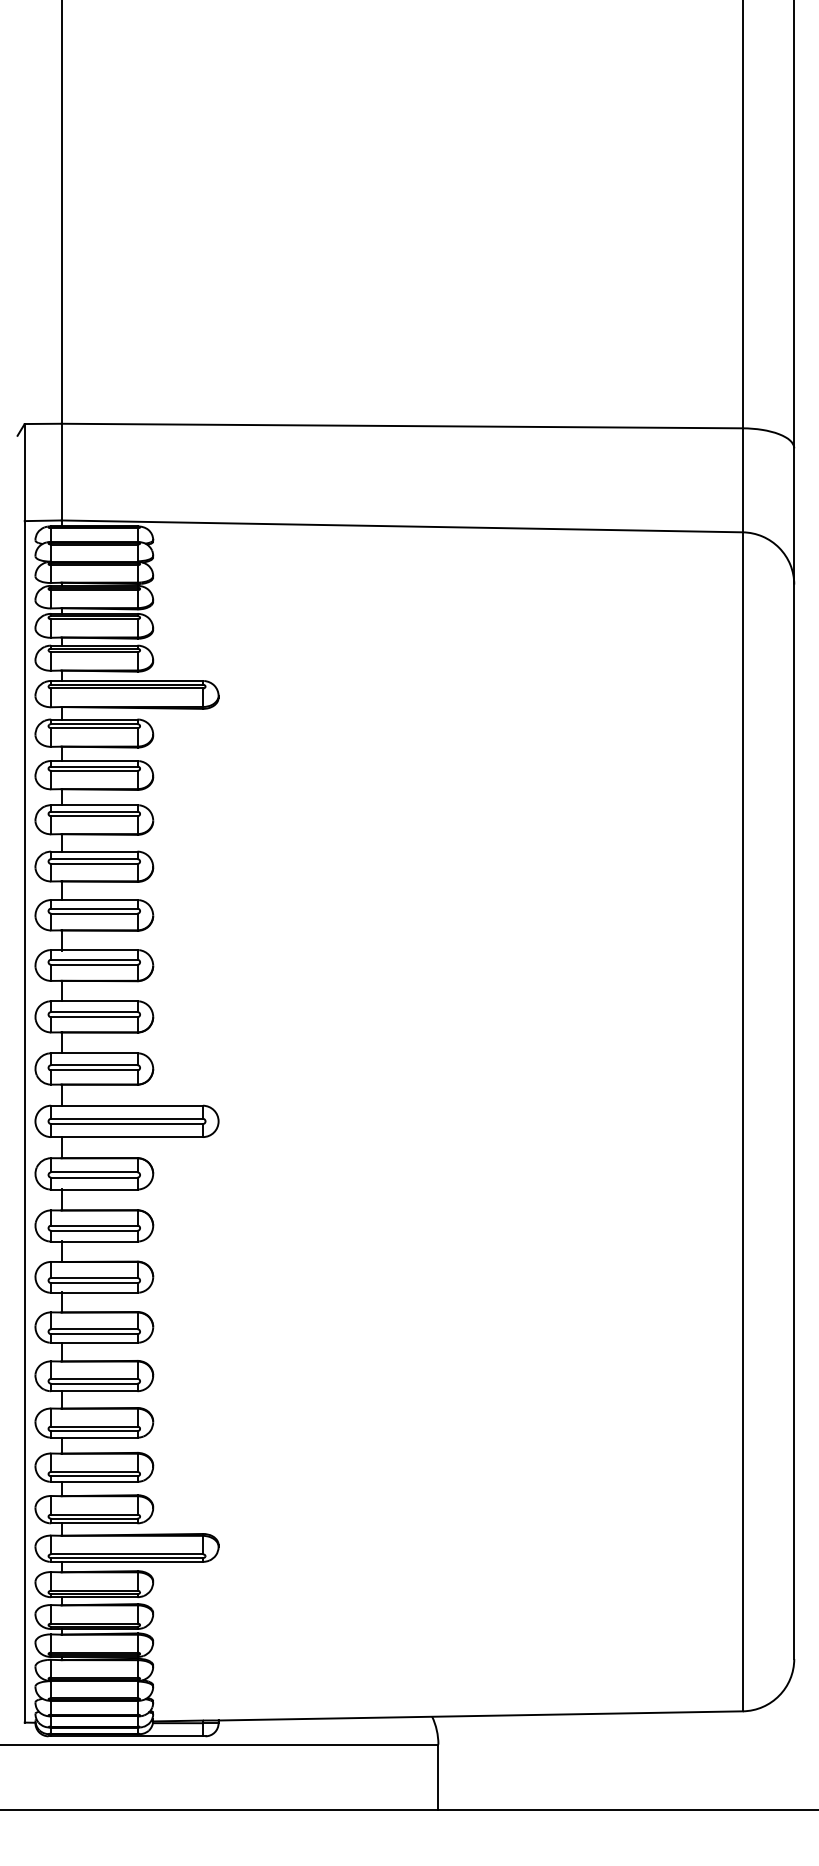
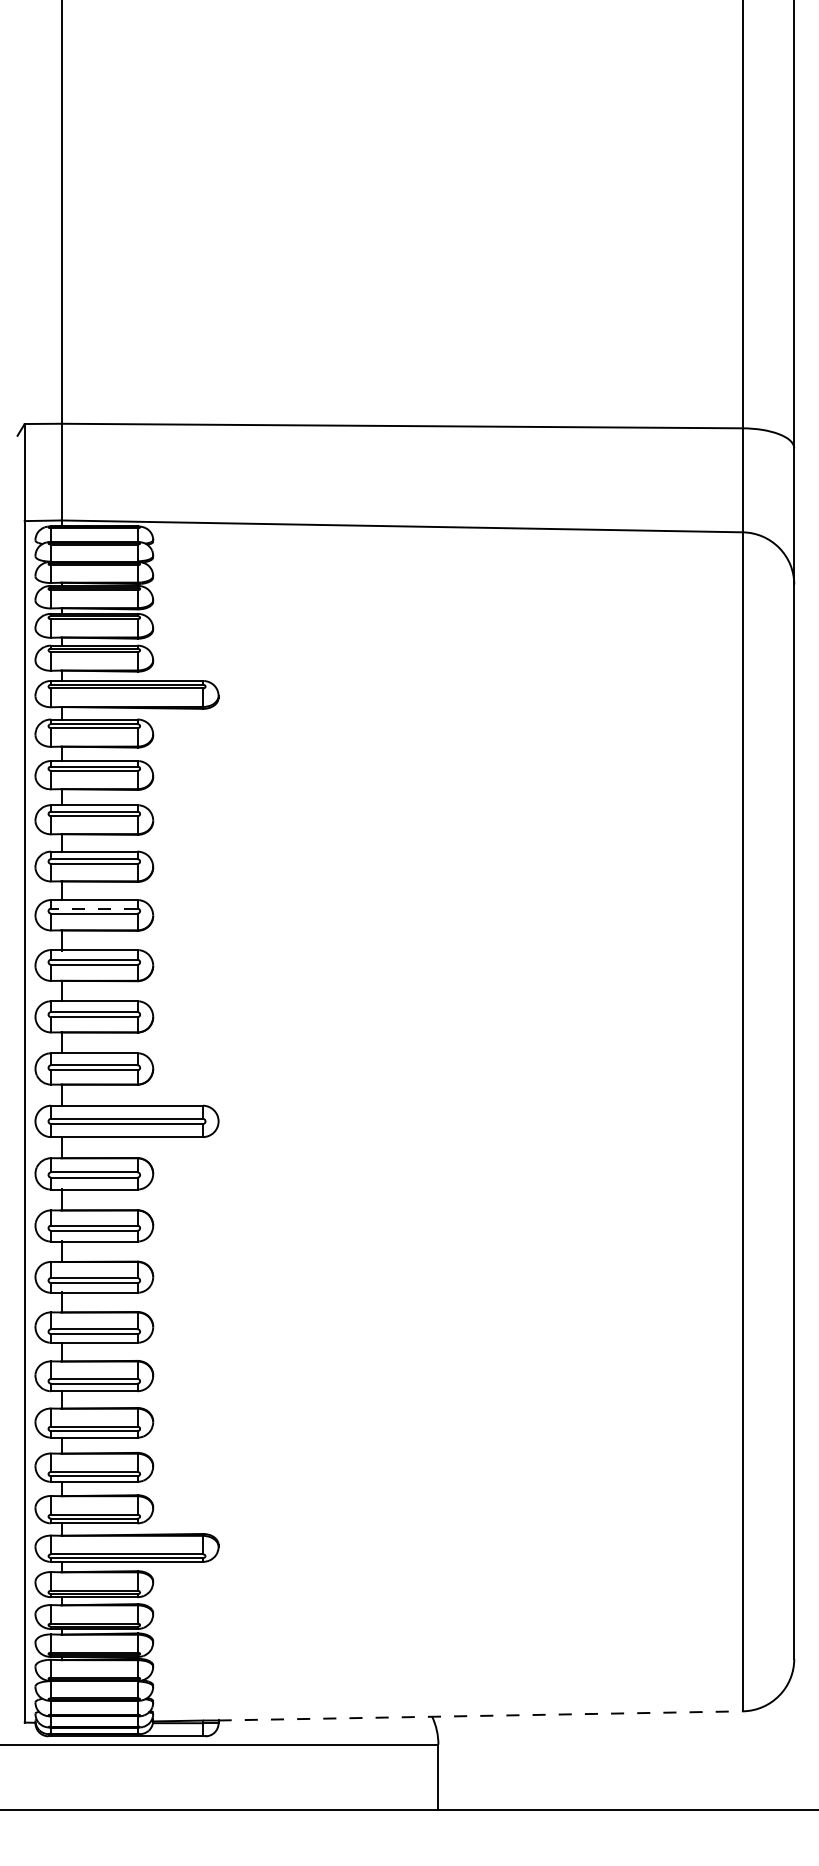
line at (93, 908): solid -> dashed
line at (481, 1715): solid -> dashed
